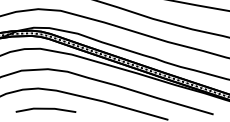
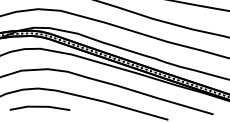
line at (45, 109) position: (45, 109) -> (39, 107)
